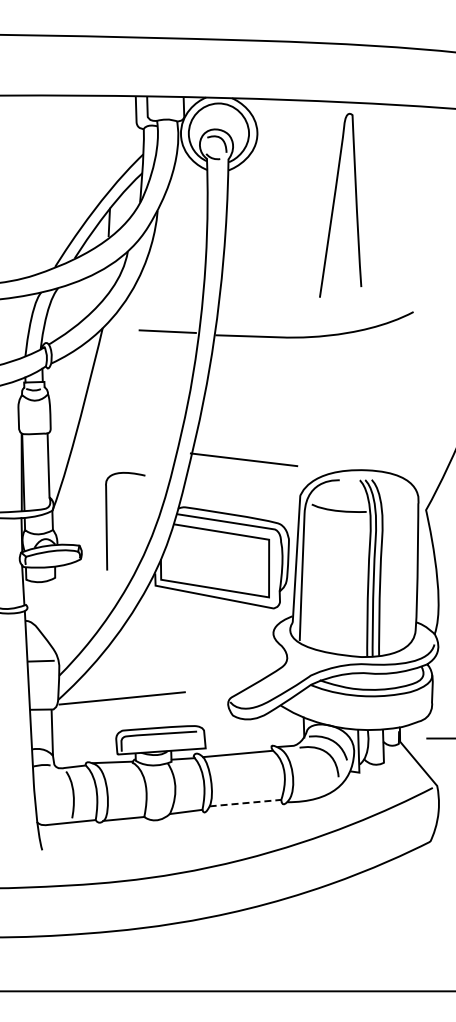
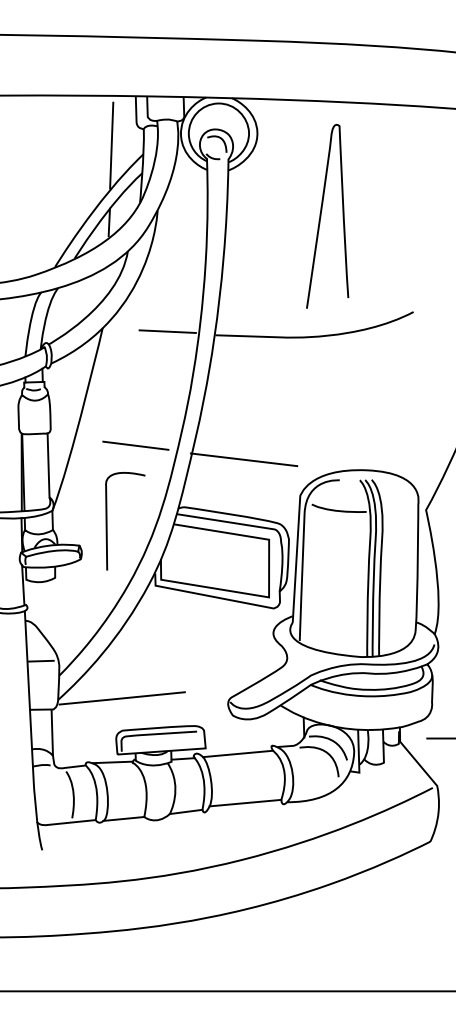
line at (111, 145): none -> present
curve at (334, 204) position: (334, 204) -> (321, 215)
line at (135, 445): none -> present
line at (245, 803): dashed -> solid
